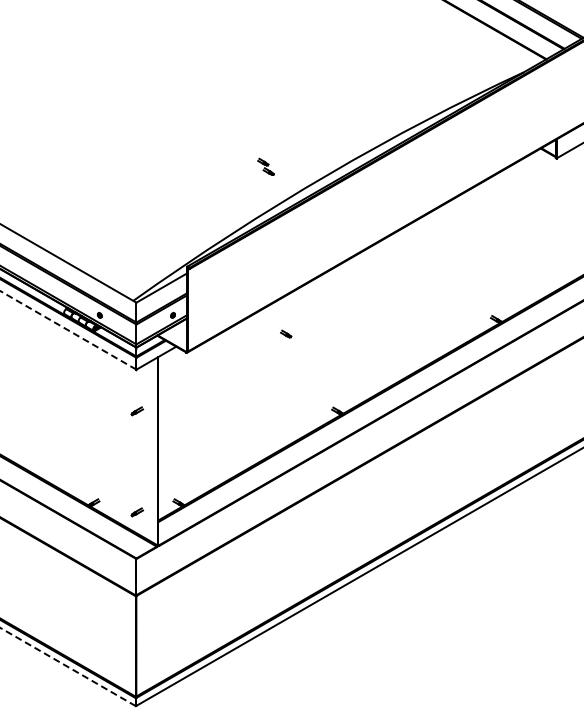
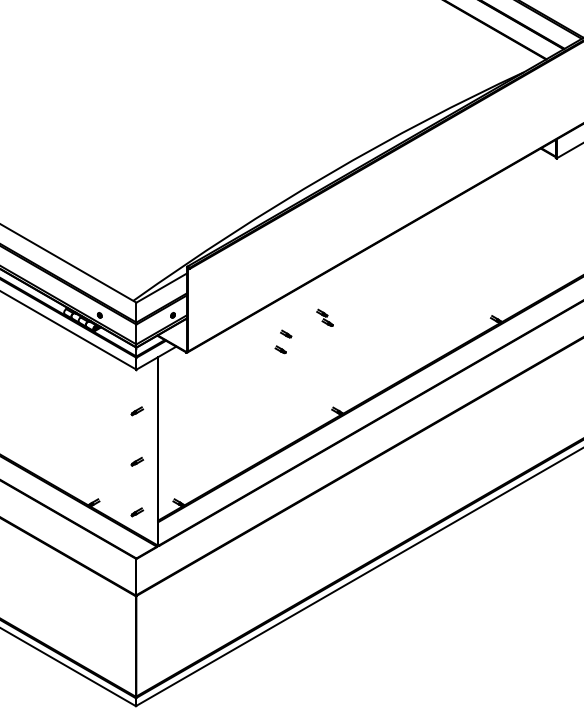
part at (265, 166) position: (265, 166) -> (324, 317)
line at (68, 330): dashed -> solid
part at (280, 349): none -> present
part at (137, 461): none -> present
line at (67, 666): dashed -> solid
